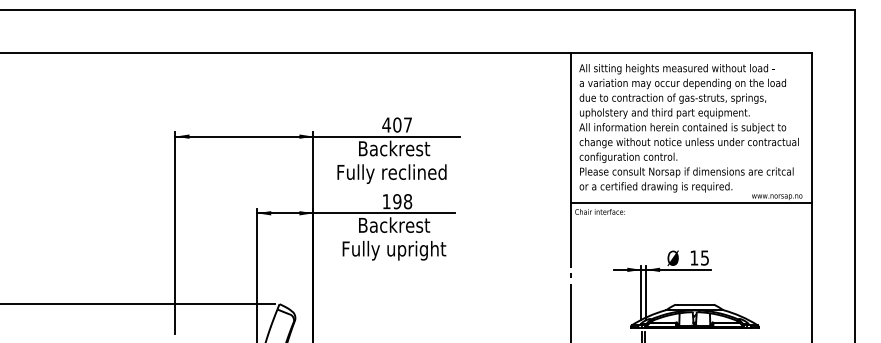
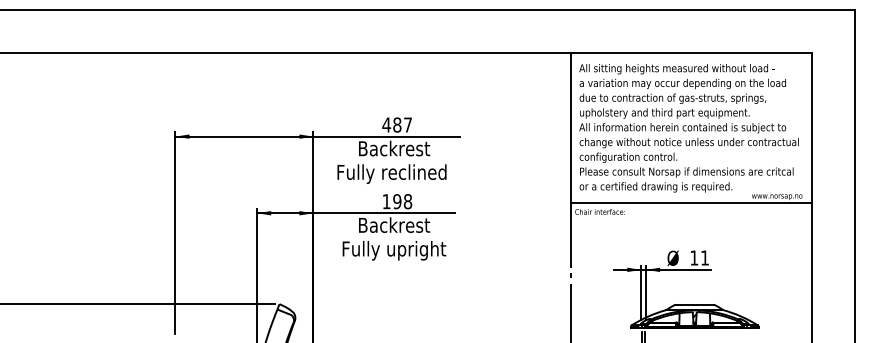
text at (397, 124): 407 -> 487
text at (704, 257): 15 -> 11
